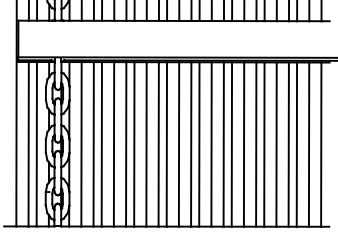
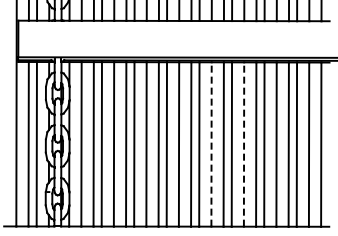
line at (211, 143): solid -> dashed
line at (244, 144): solid -> dashed
